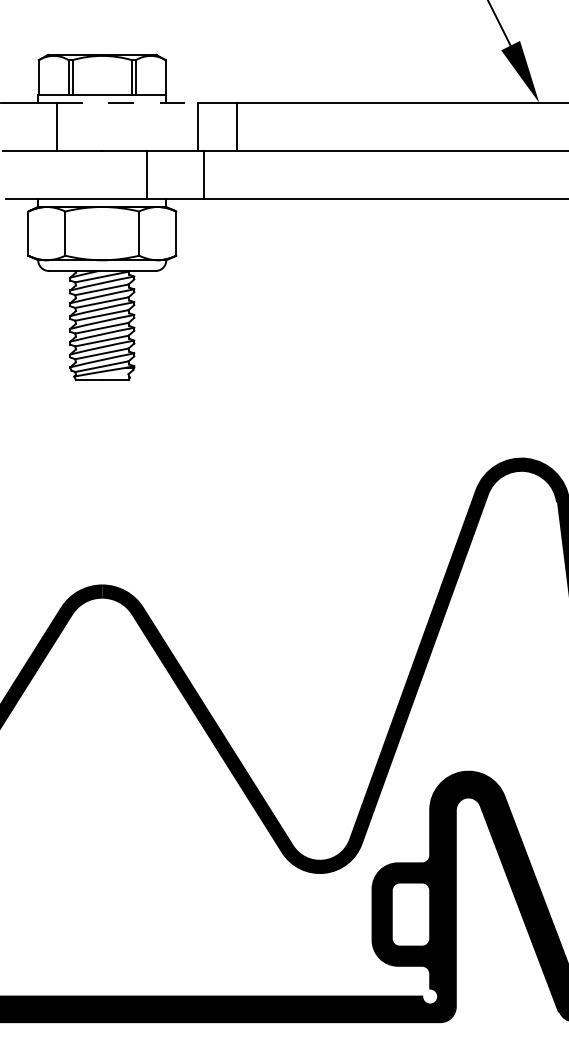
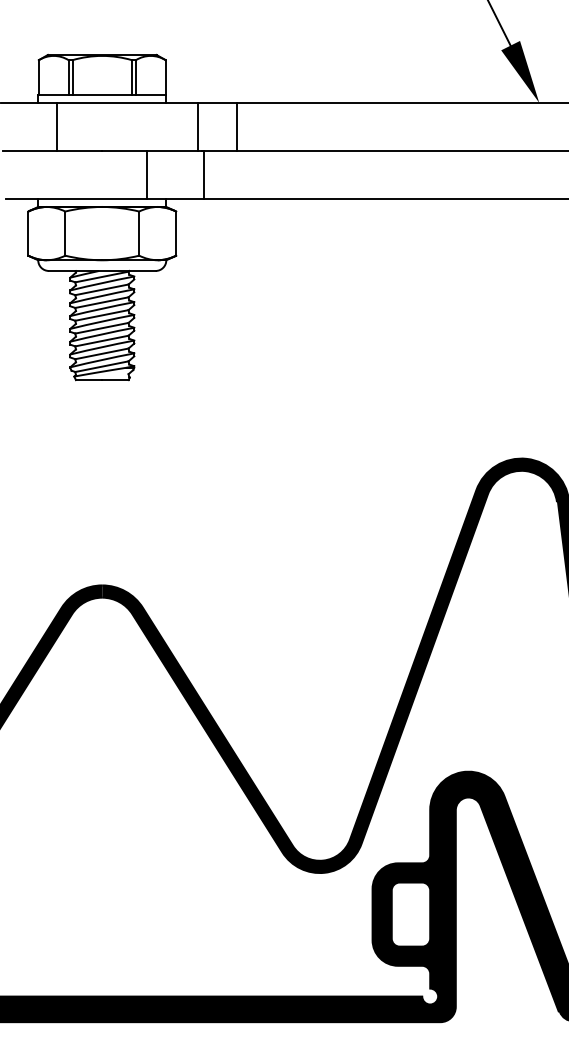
line at (127, 102): dashed -> solid
